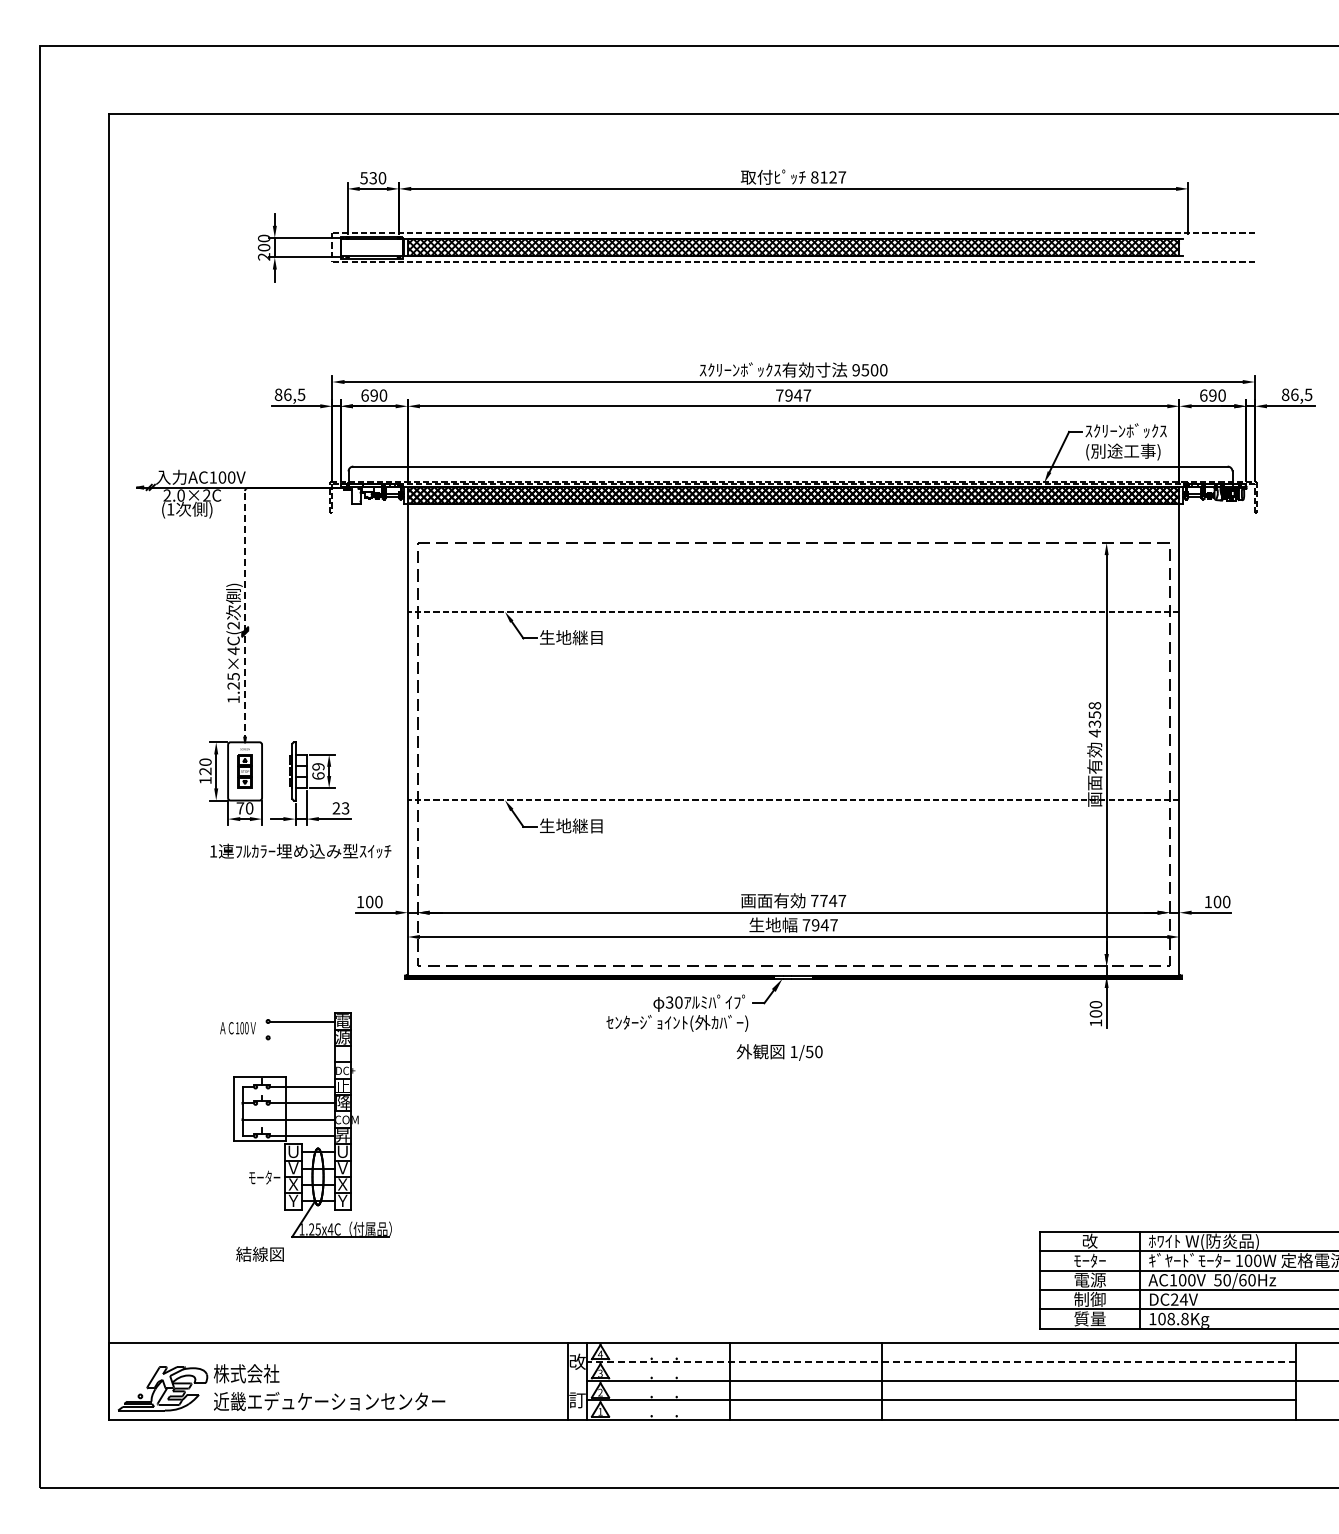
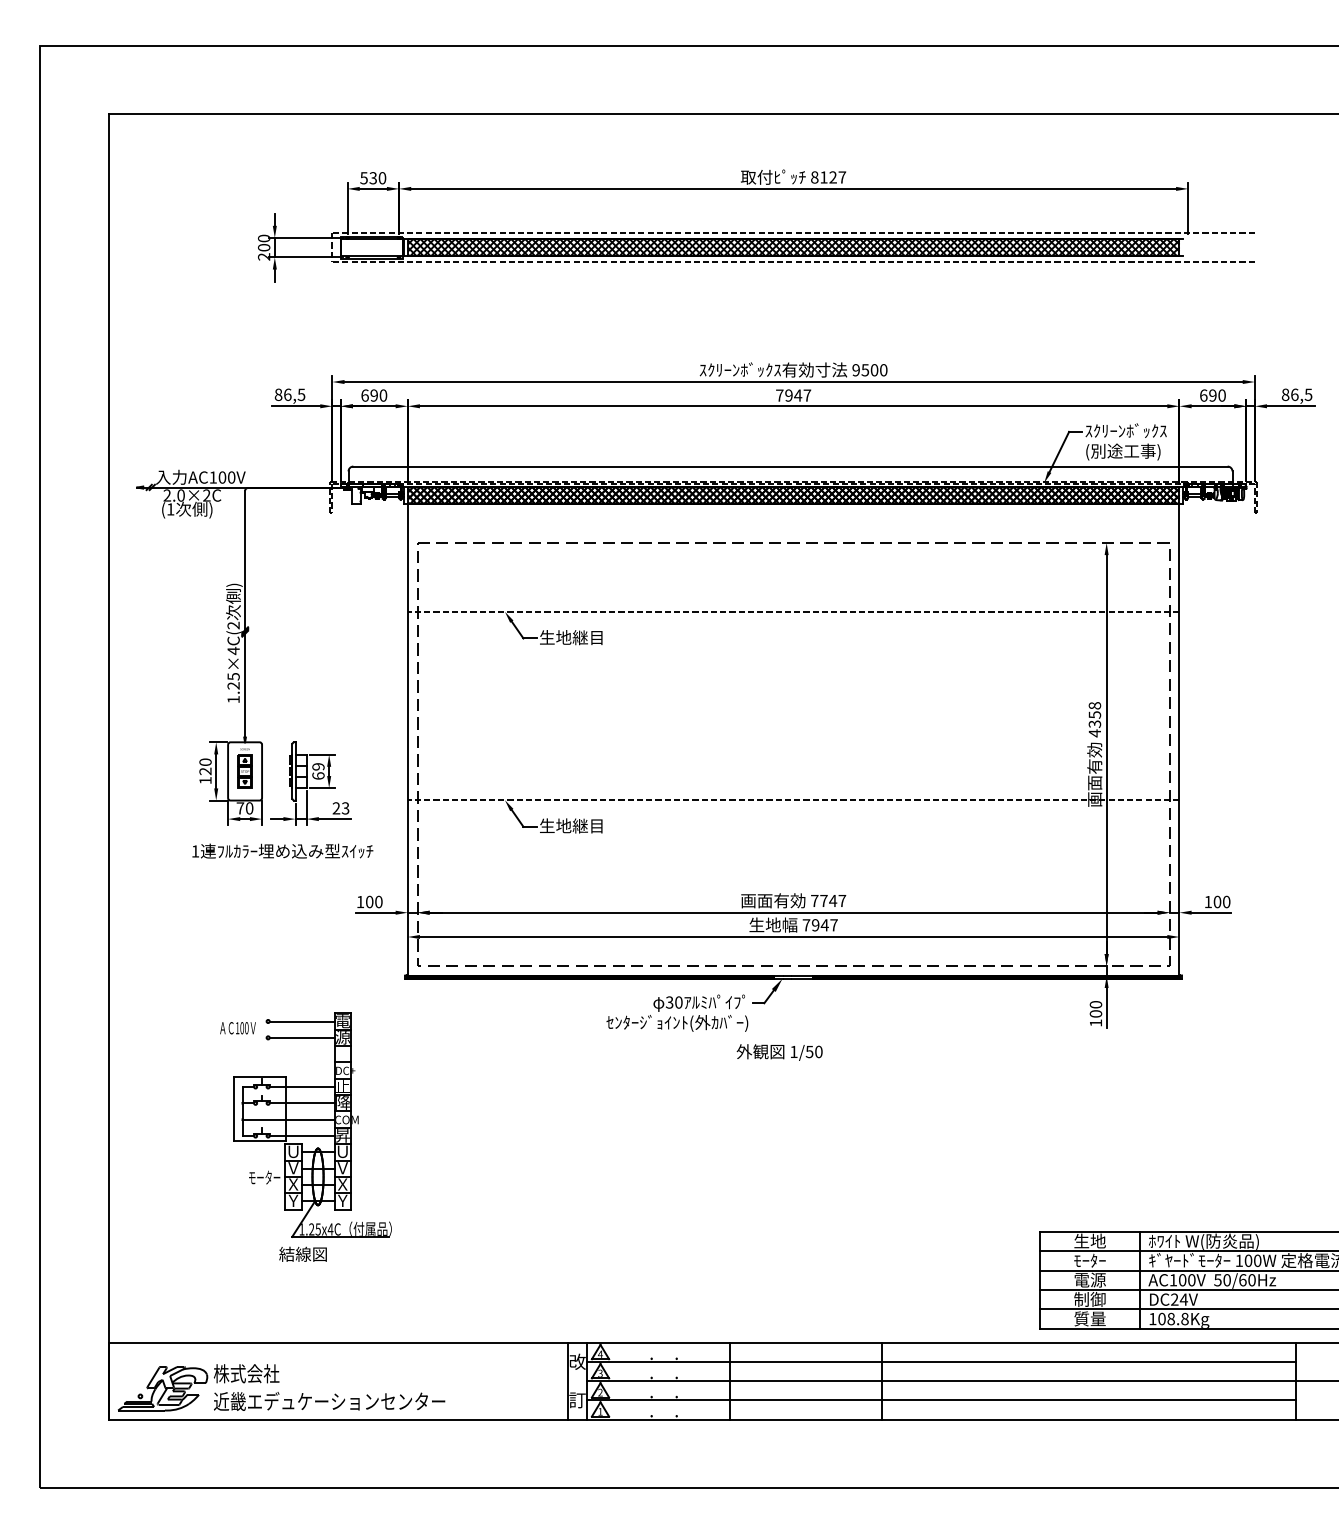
line at (245, 616): dashed -> solid
text at (300, 850) position: (300, 850) -> (282, 850)
line at (301, 1037): none -> present
text at (1089, 1240): 改 -> 生地
text at (259, 1253) position: (259, 1253) -> (302, 1253)
line at (941, 1362): dashed -> solid
